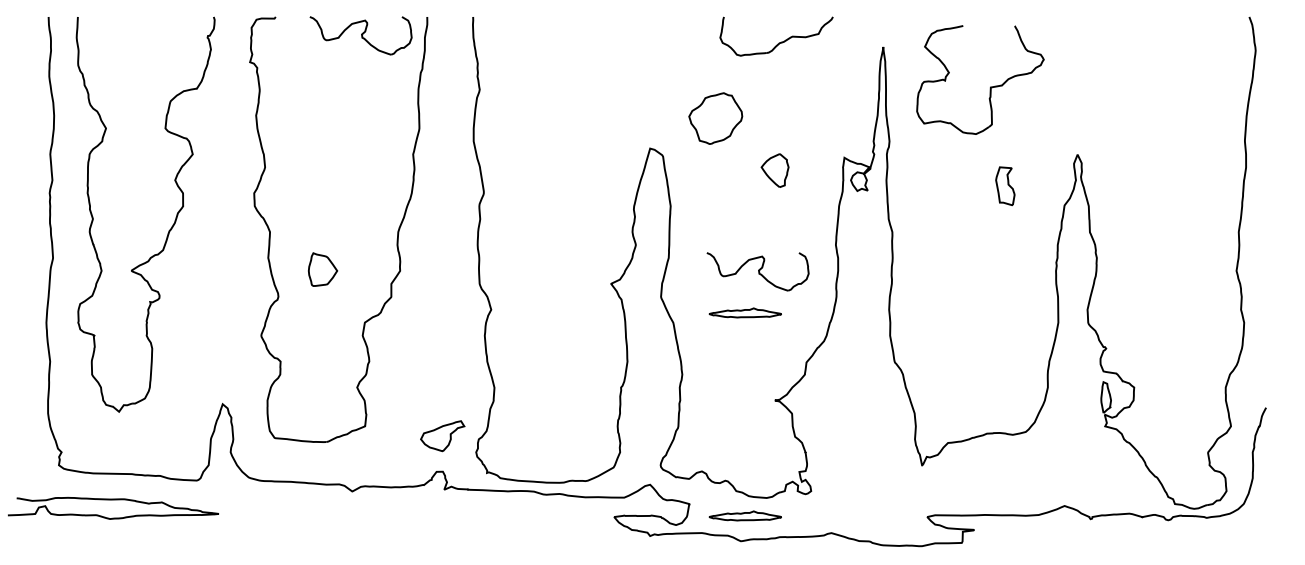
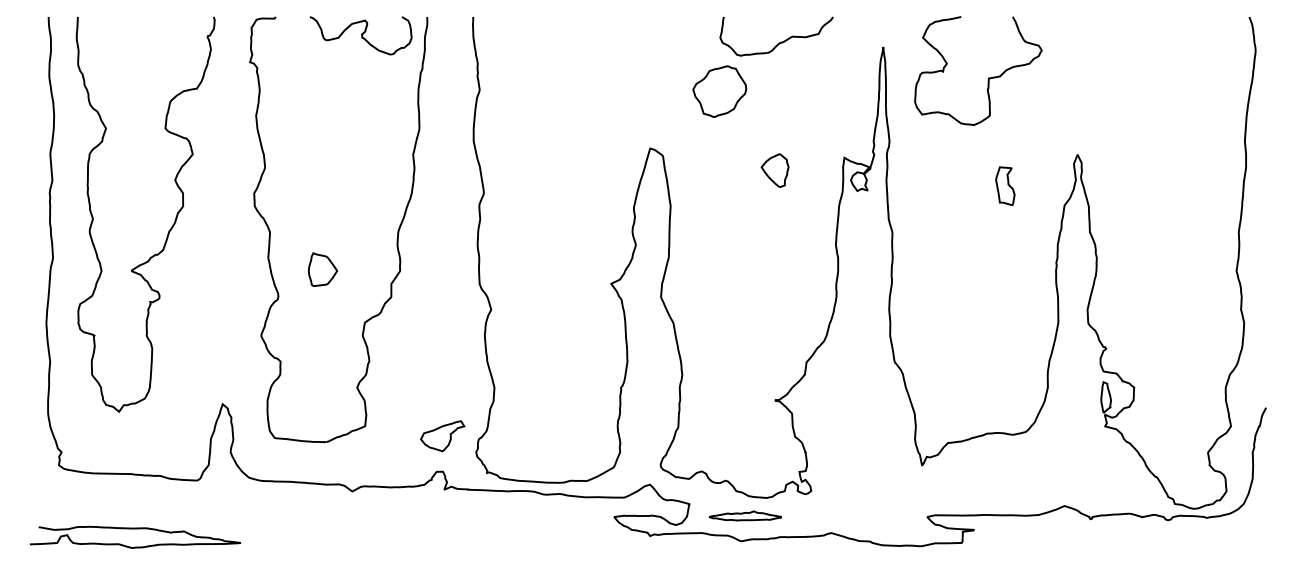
part at (990, 86) position: (990, 86) -> (988, 77)
part at (715, 118) position: (715, 118) -> (719, 91)
part at (757, 271): present -> none
part at (744, 312): present -> none
curve at (113, 500) position: (113, 500) -> (135, 529)
